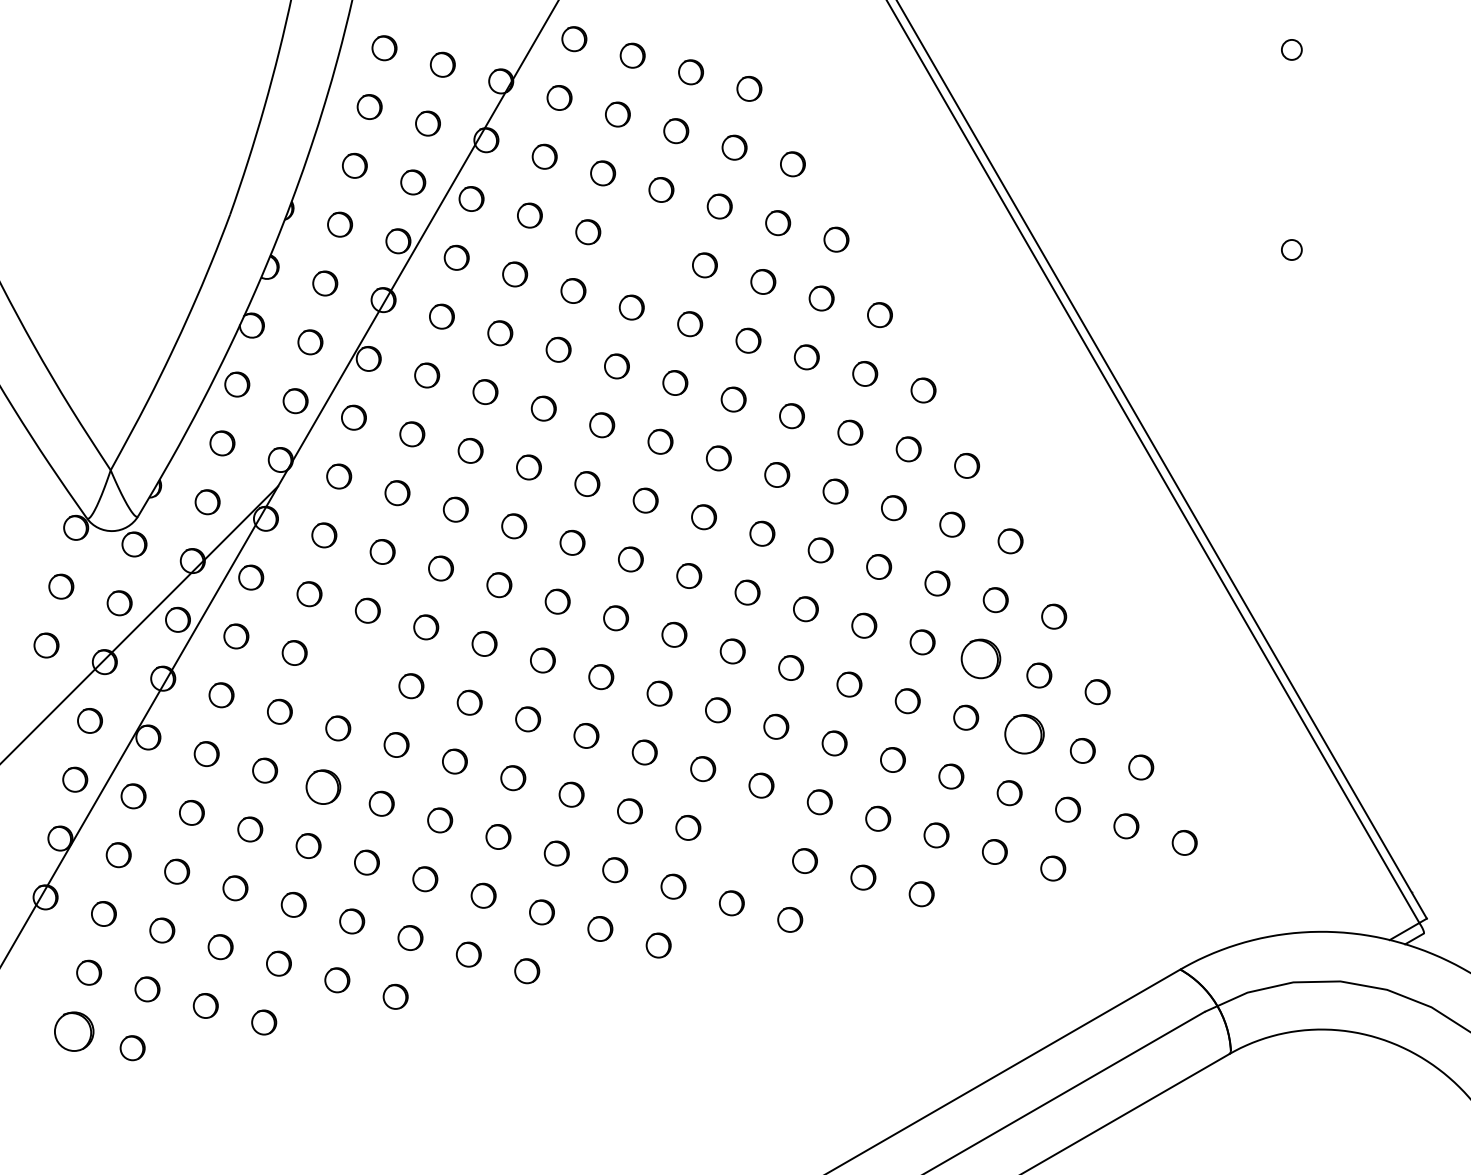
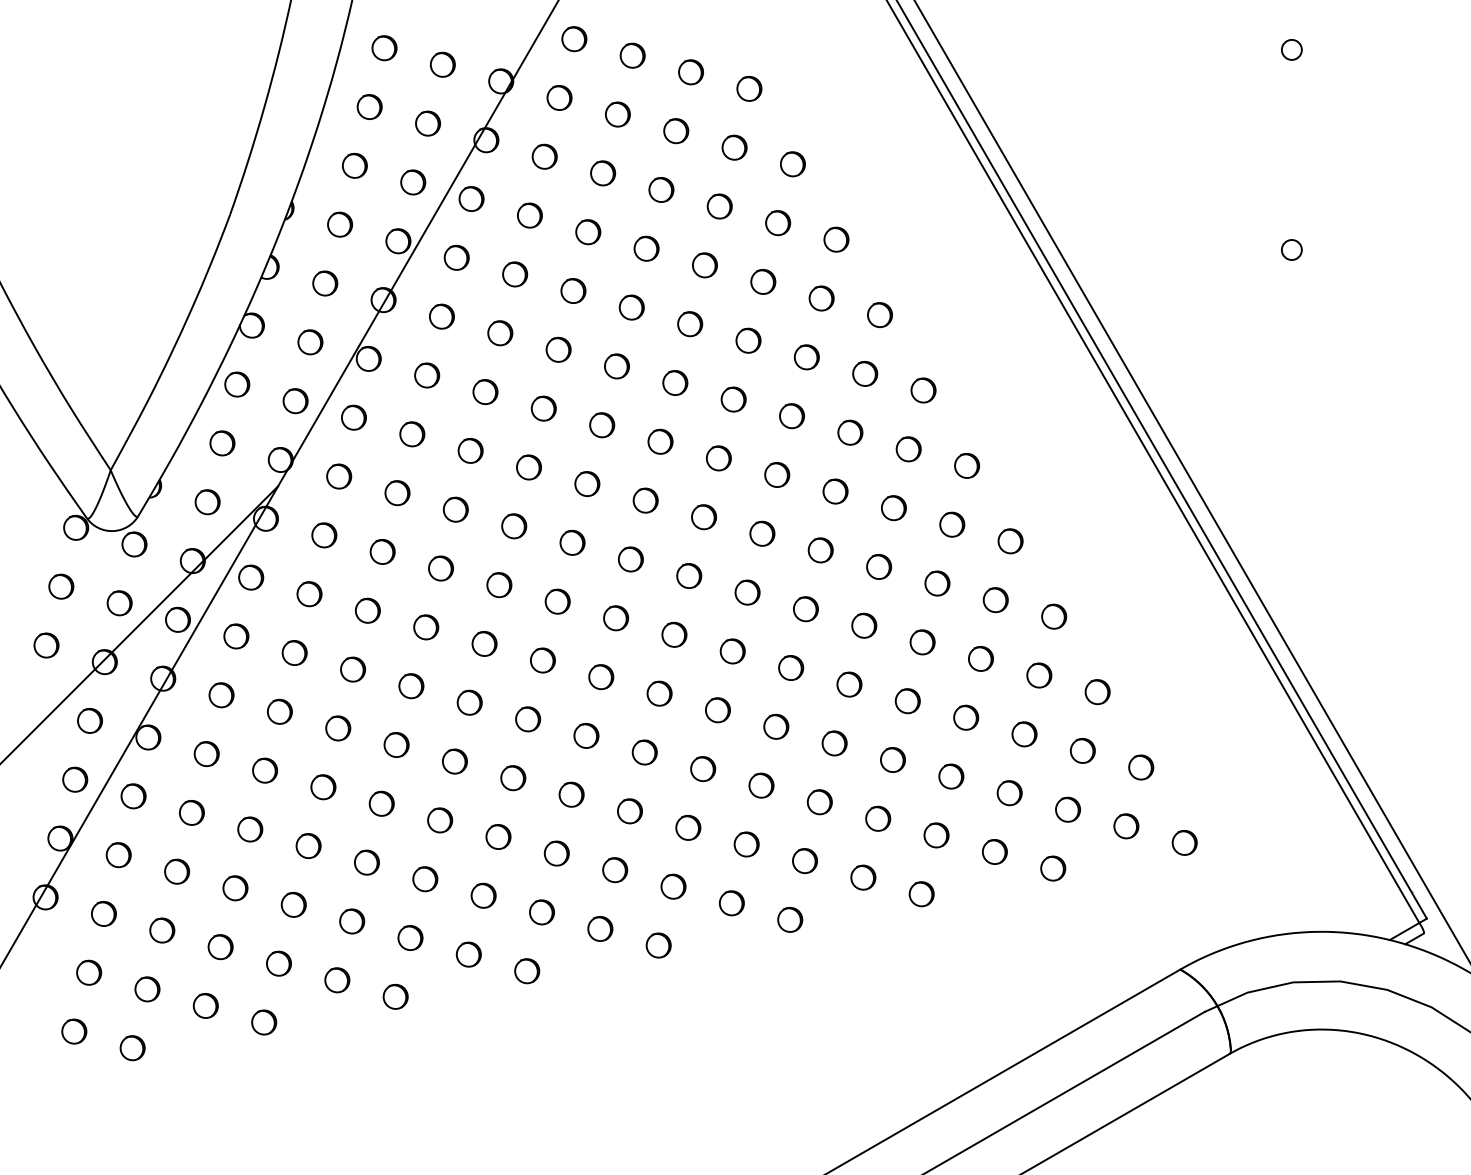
circle at (646, 248): none -> present
line at (1191, 480): none -> present
part at (980, 658) size: 42x42 px -> 26x26 px
circle at (352, 669): none -> present
circle at (1024, 734) size: 41x41 px -> 27x27 px
part at (323, 786) size: 37x36 px -> 27x27 px
circle at (746, 844): none -> present
circle at (74, 1031) size: 41x41 px -> 27x27 px
